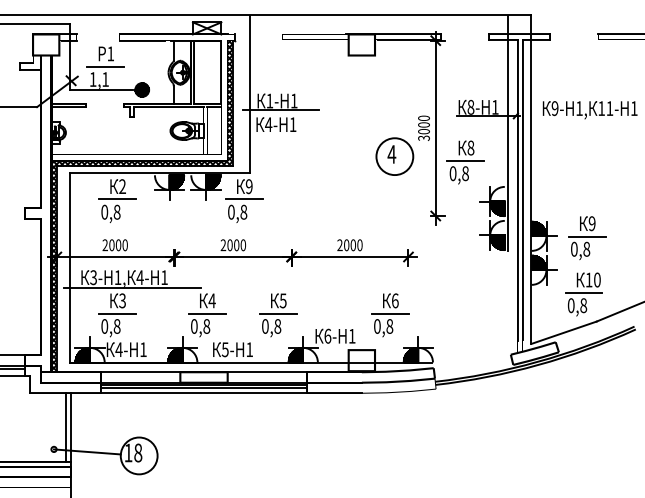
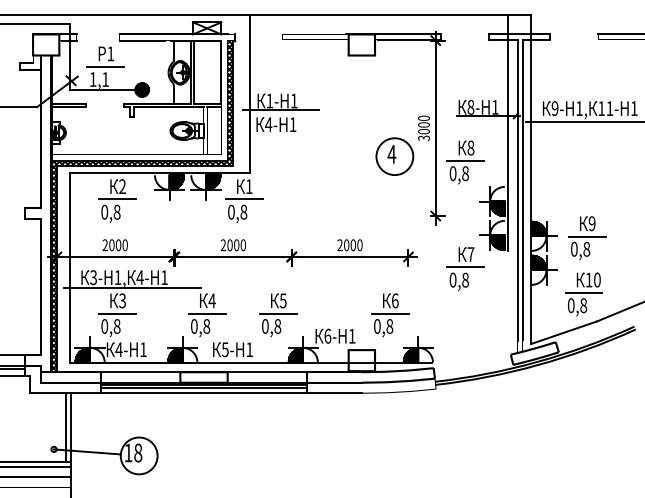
line at (583, 121): none -> present
text at (248, 186): 9 -> 1
part at (465, 268): none -> present
